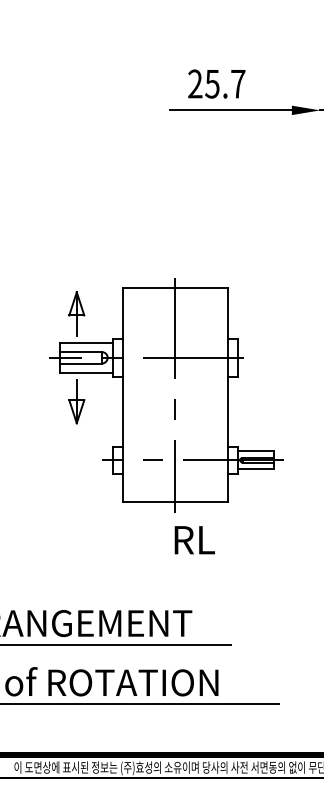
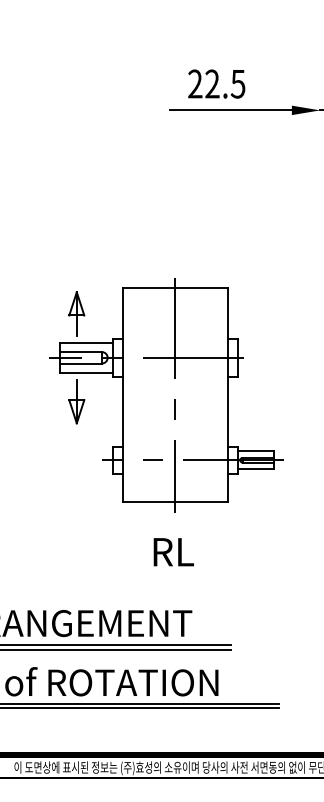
text at (225, 83): 25.7 -> 22.5
text at (194, 540) position: (194, 540) -> (173, 552)
line at (116, 649): none -> present
line at (140, 708): none -> present
